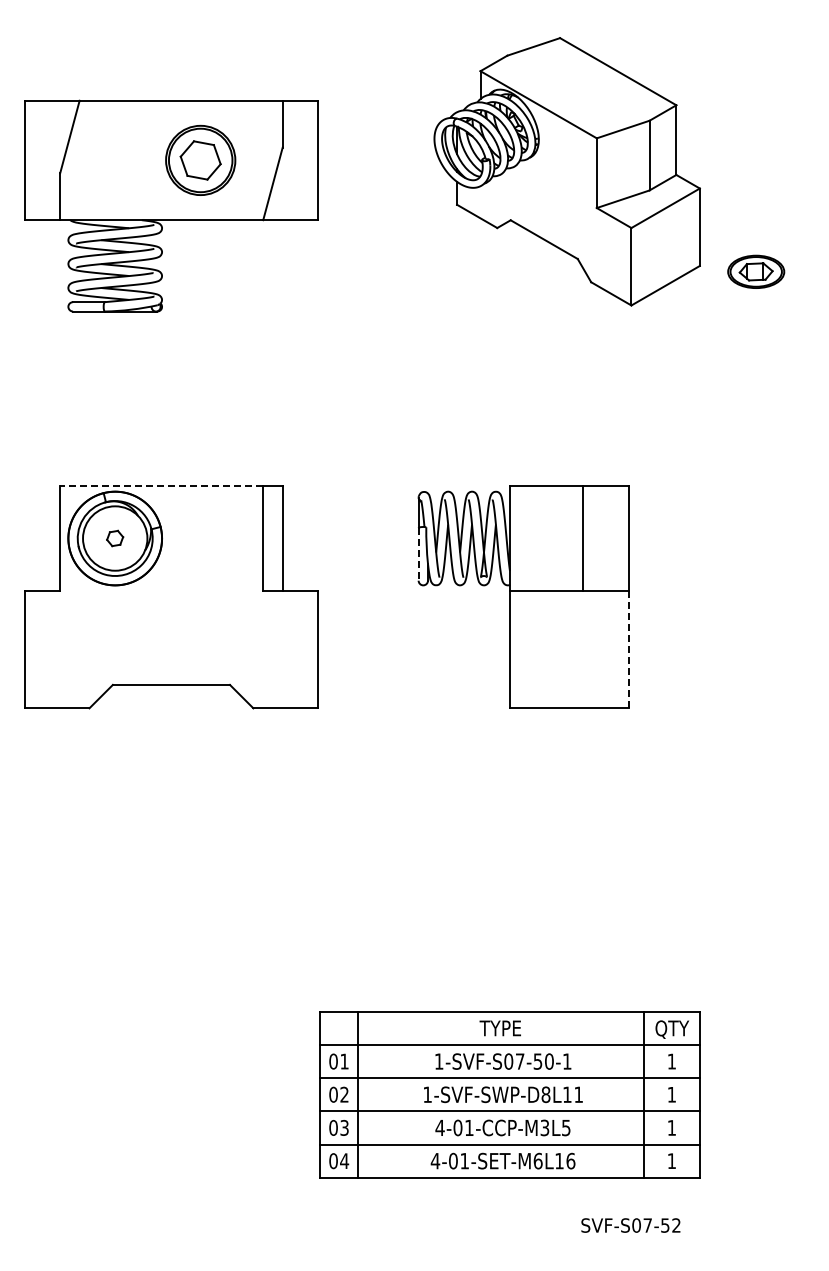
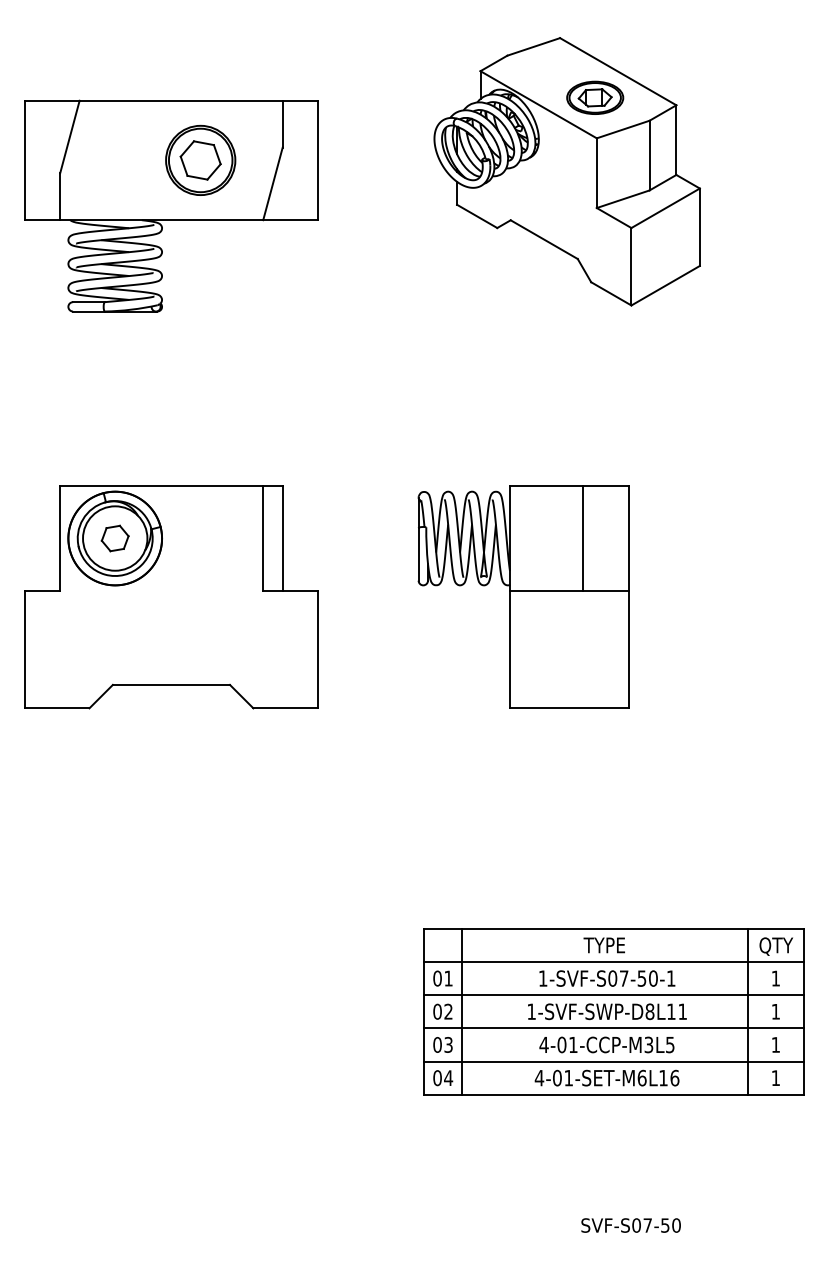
part at (756, 271) position: (756, 271) -> (595, 97)
line at (161, 485): dashed -> solid
part at (115, 538) size: 19x19 px -> 30x29 px
line at (418, 554): dashed -> solid
line at (629, 649): dashed -> solid
part at (509, 1094) position: (509, 1094) -> (613, 1011)
text at (676, 1225): SVF-S07-52 -> SVF-S07-50
